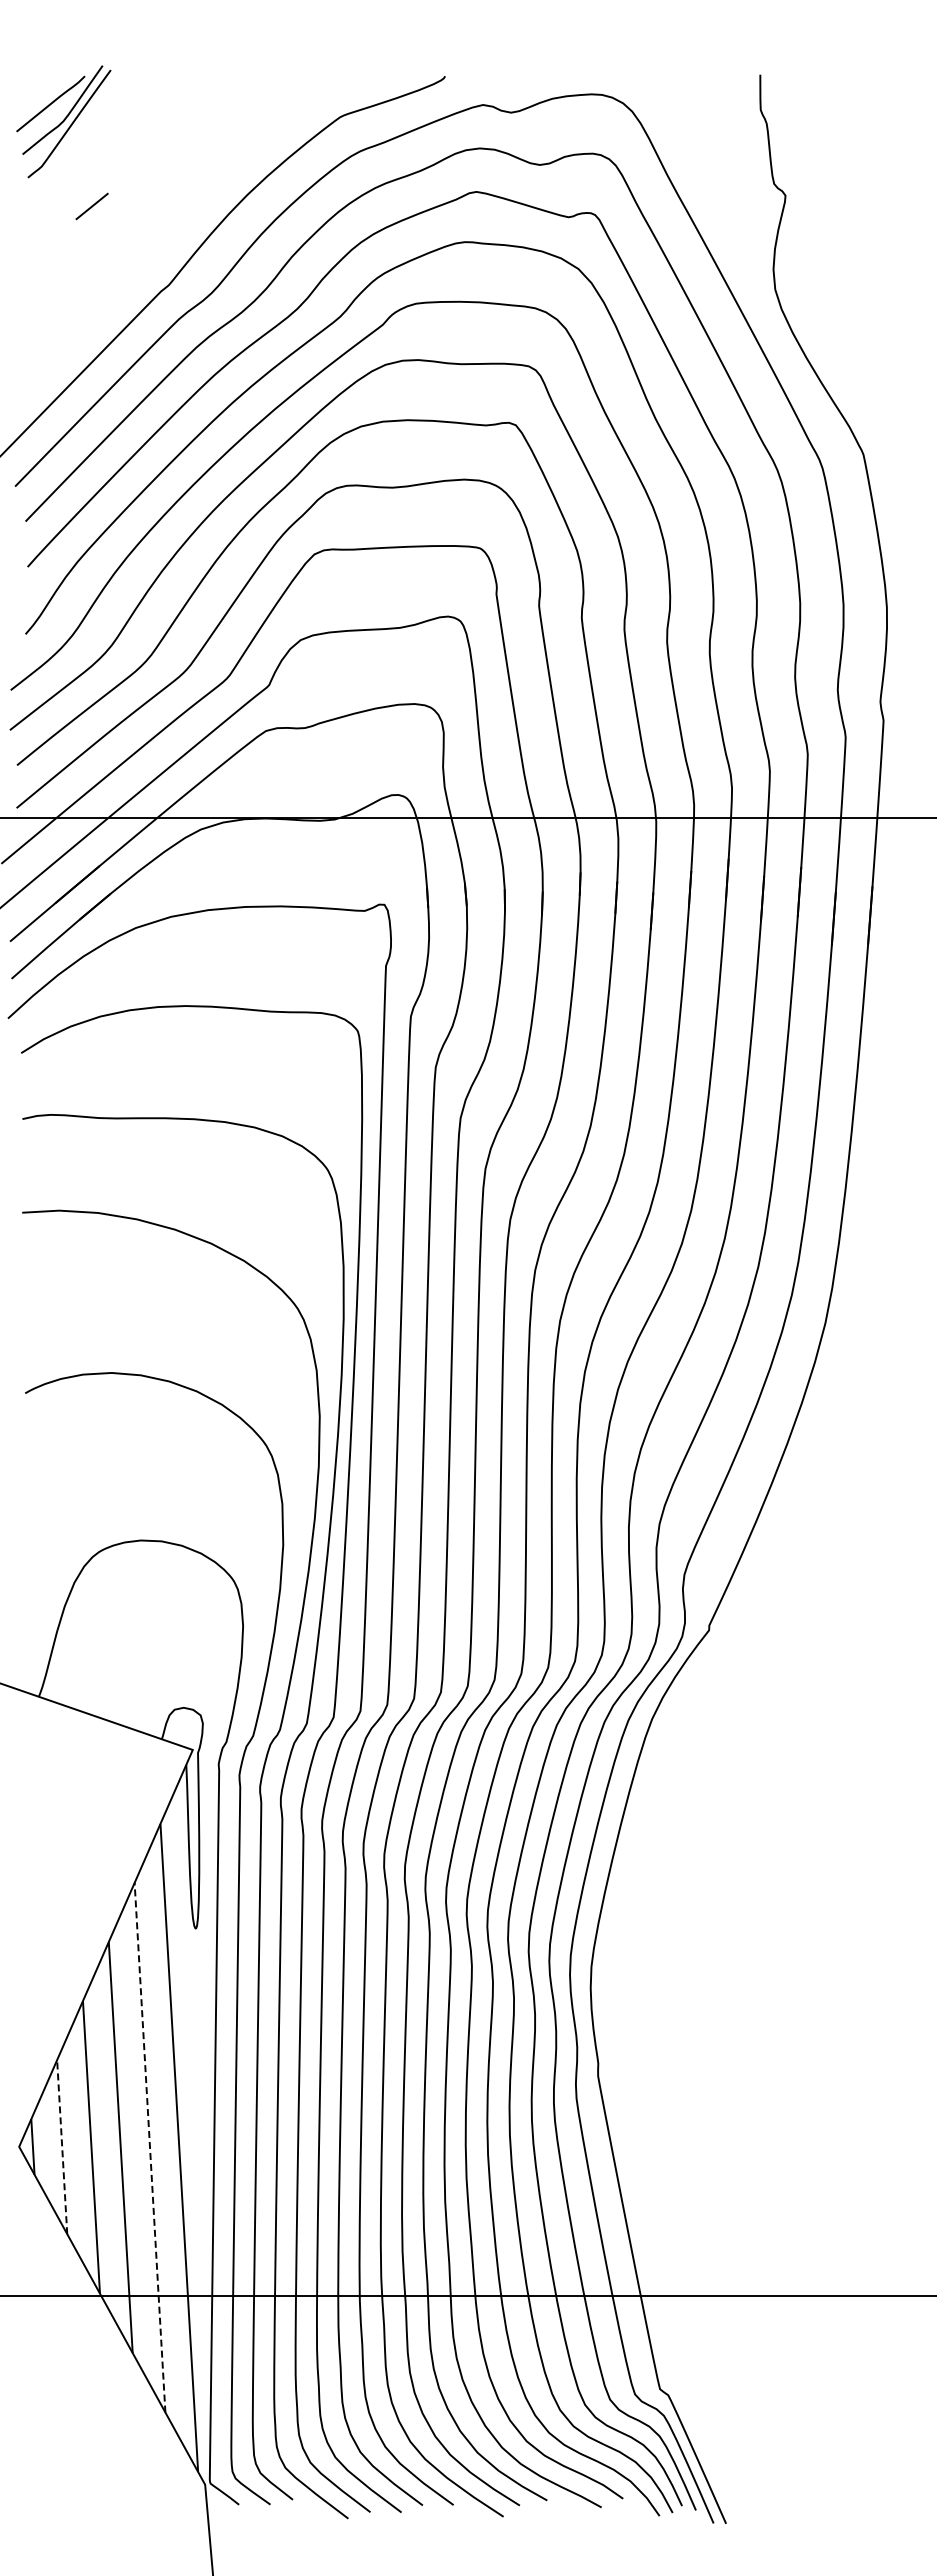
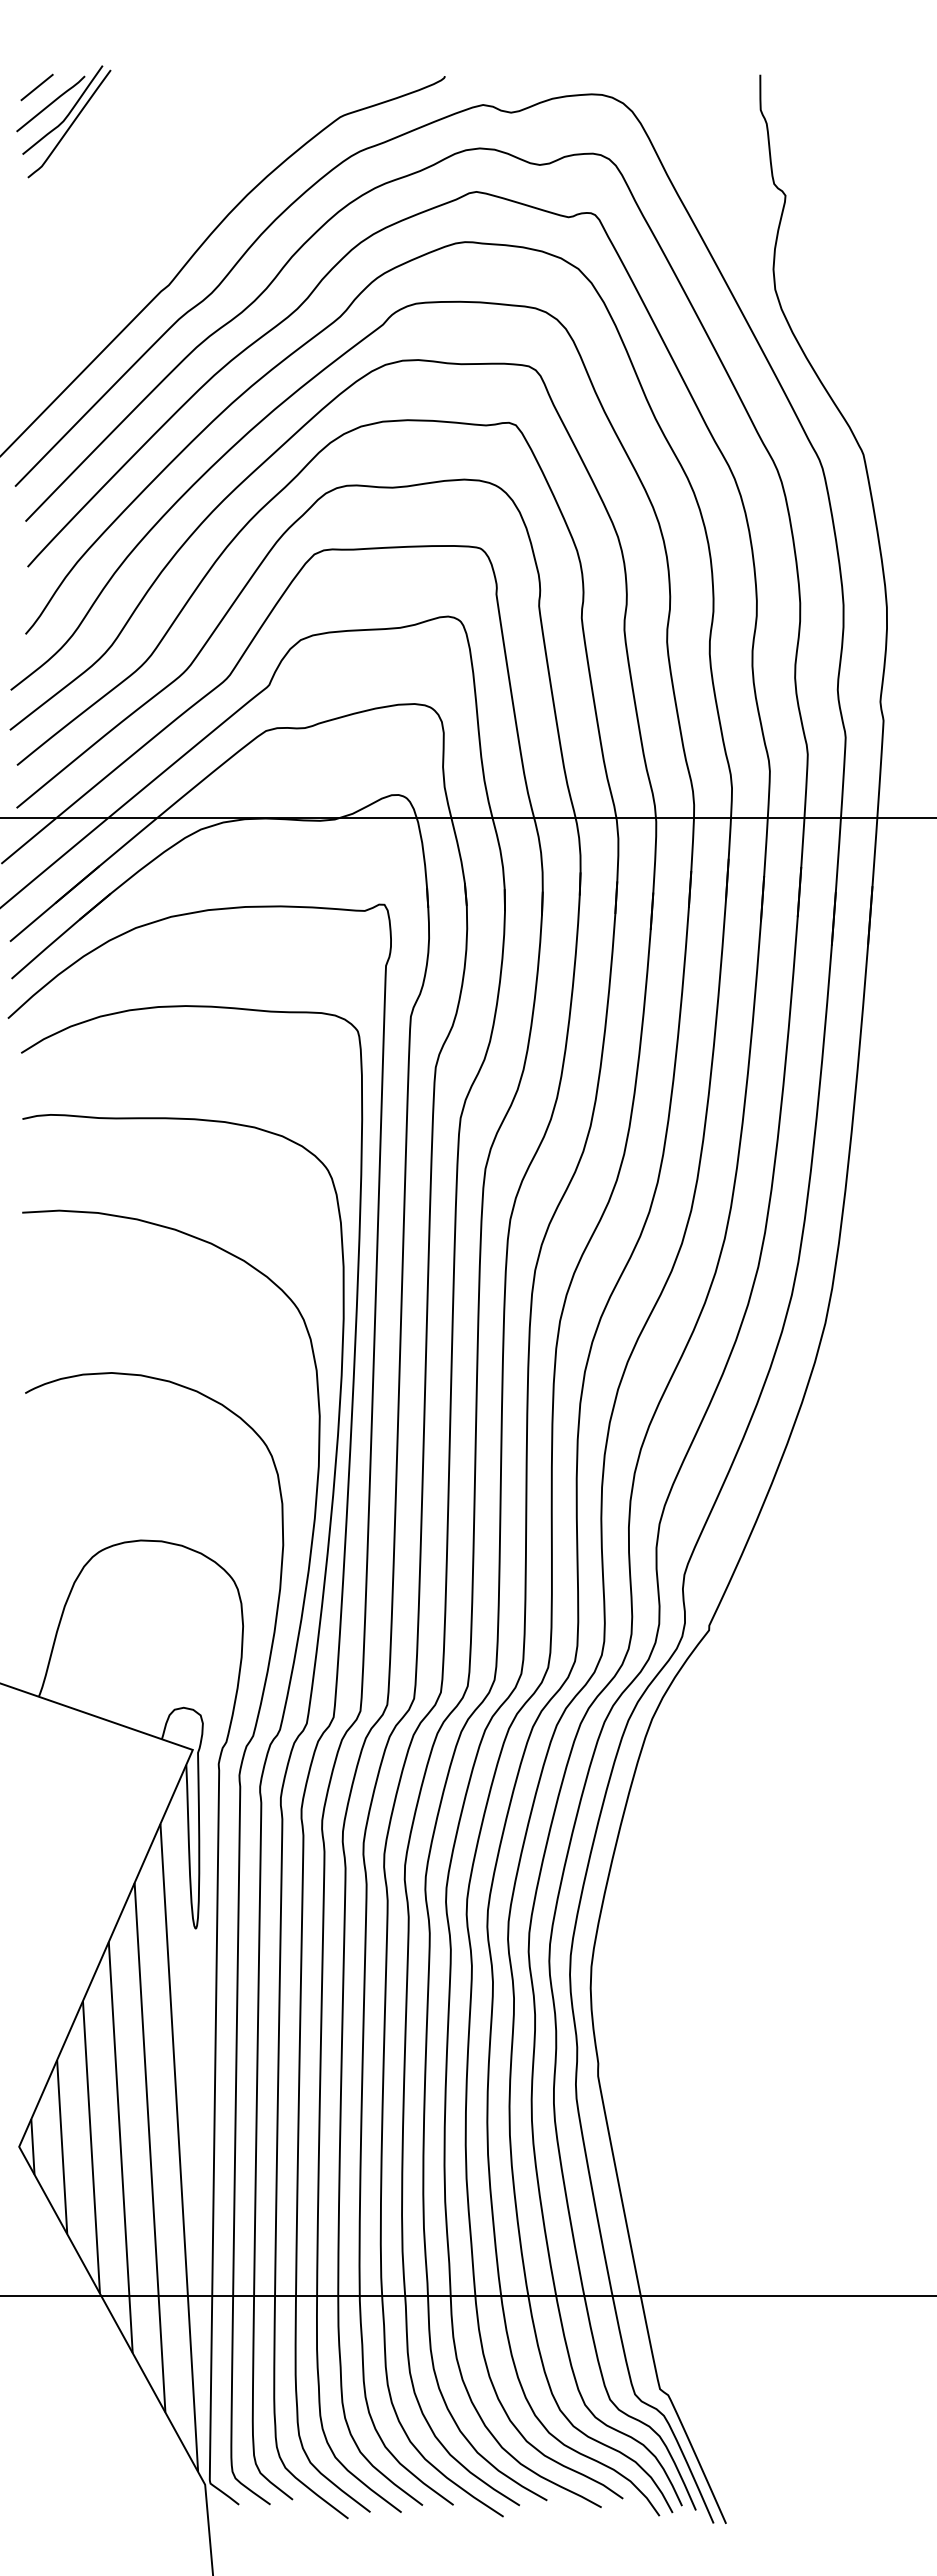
line at (91, 206) position: (91, 206) -> (36, 87)
line at (62, 2146): dashed -> solid
line at (150, 2147): dashed -> solid
